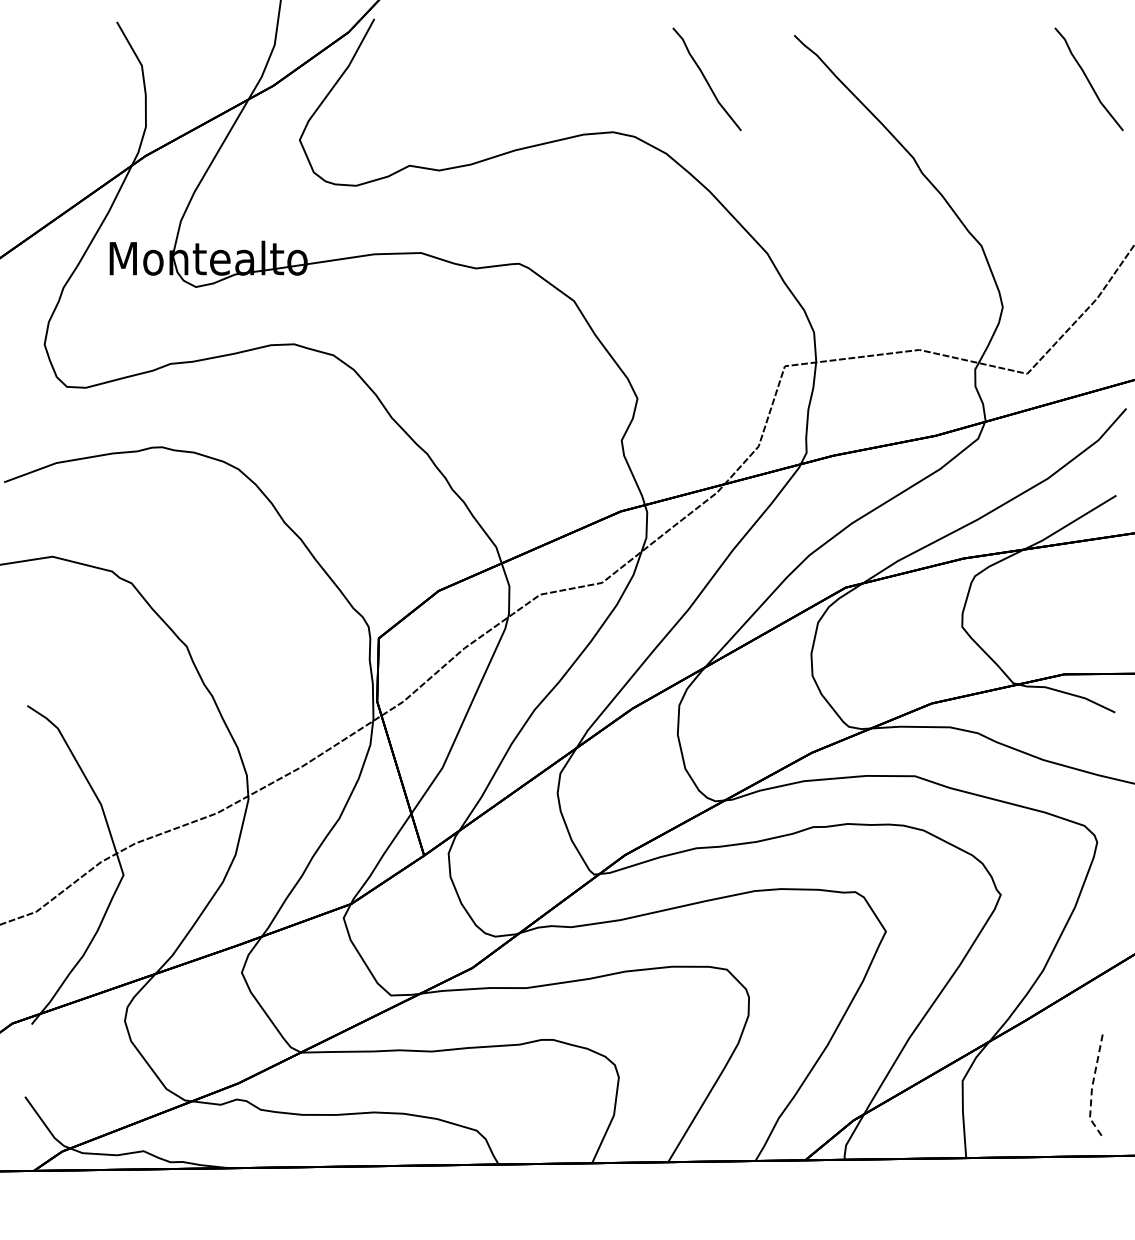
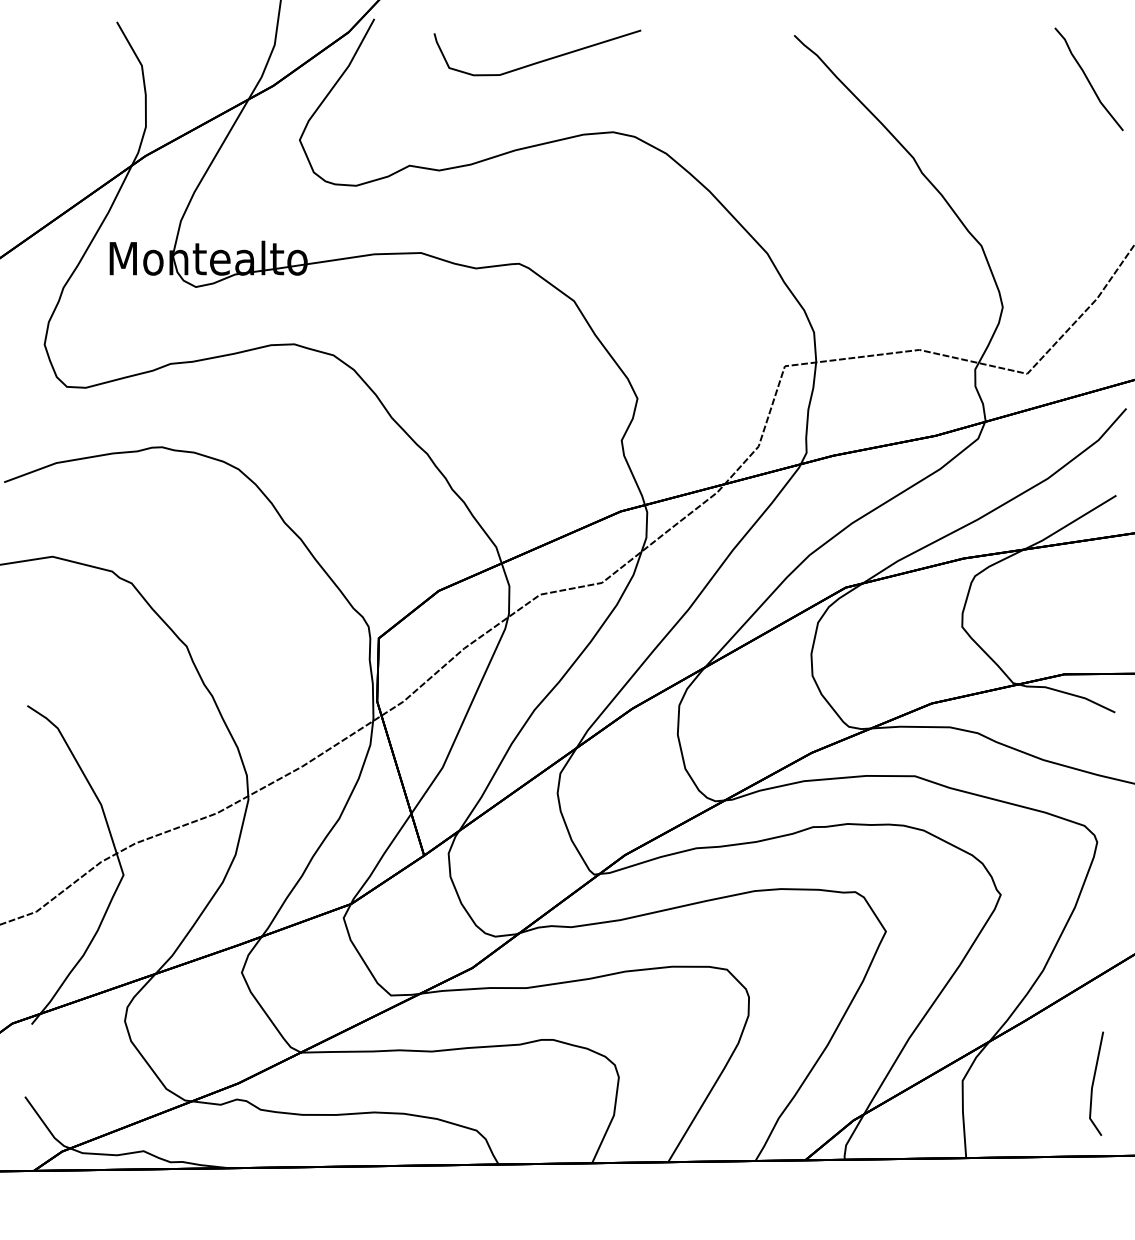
curve at (541, 60): none -> present
curve at (706, 79): present -> none
line at (1092, 1086): dashed -> solid
